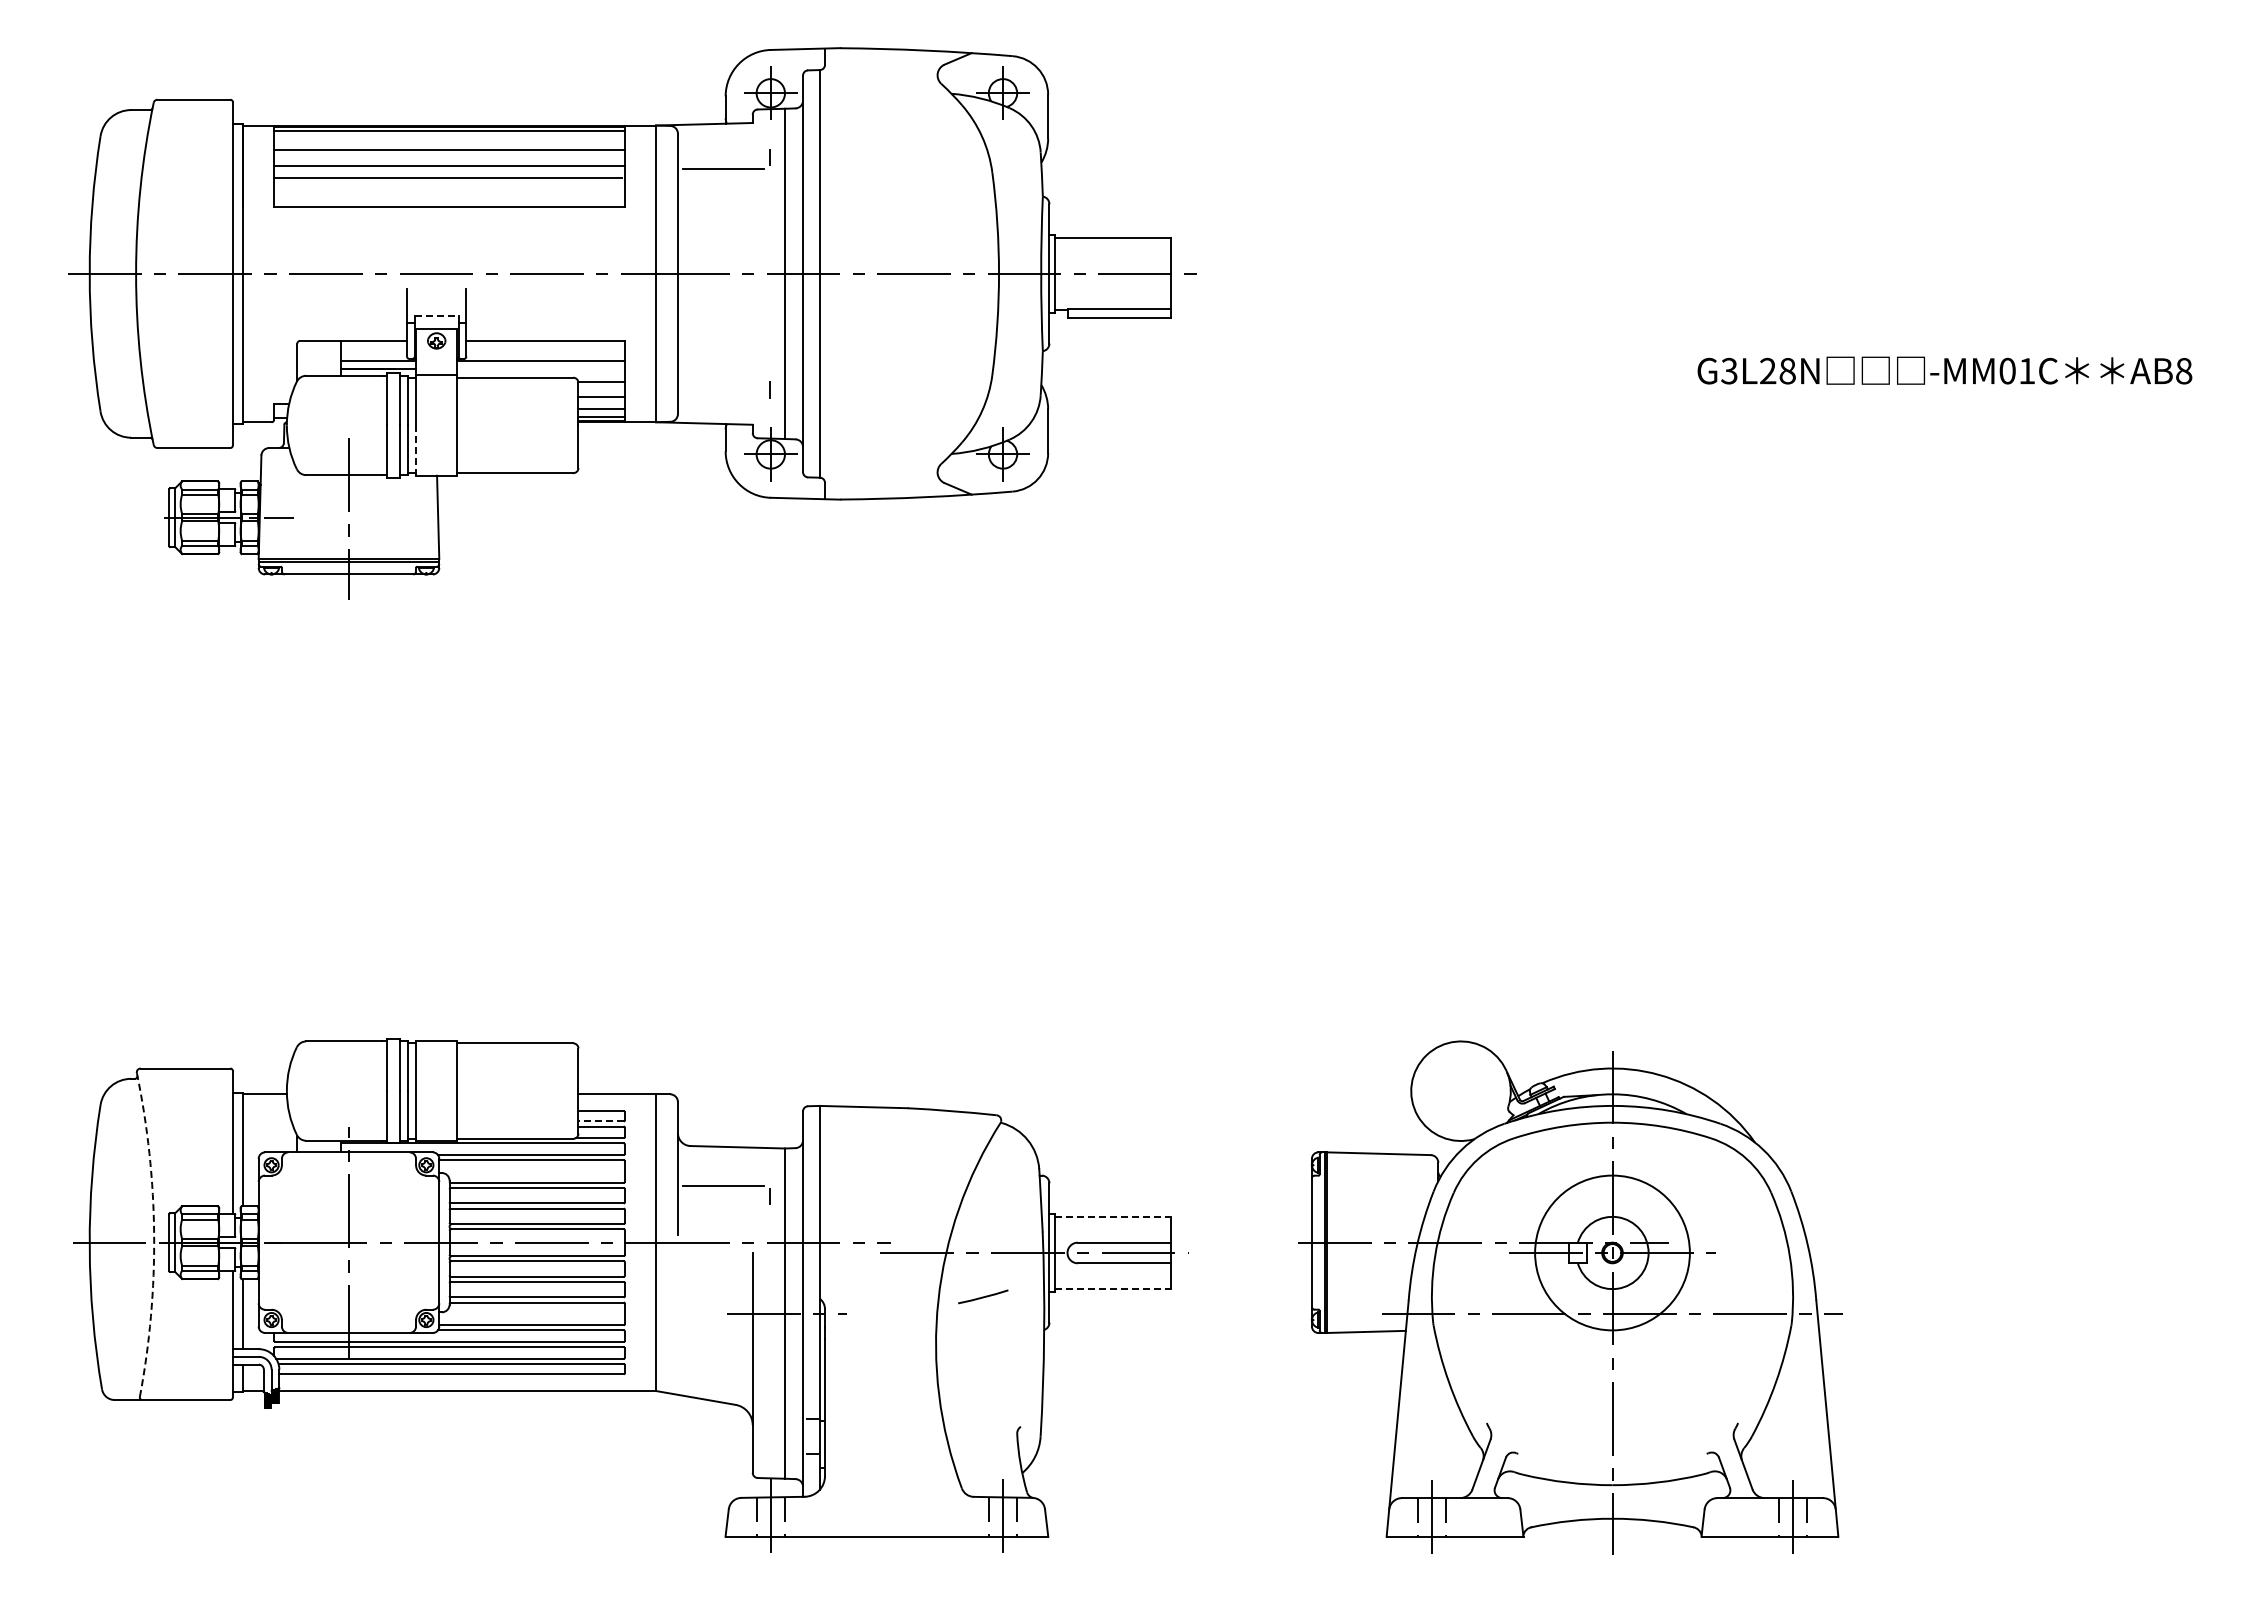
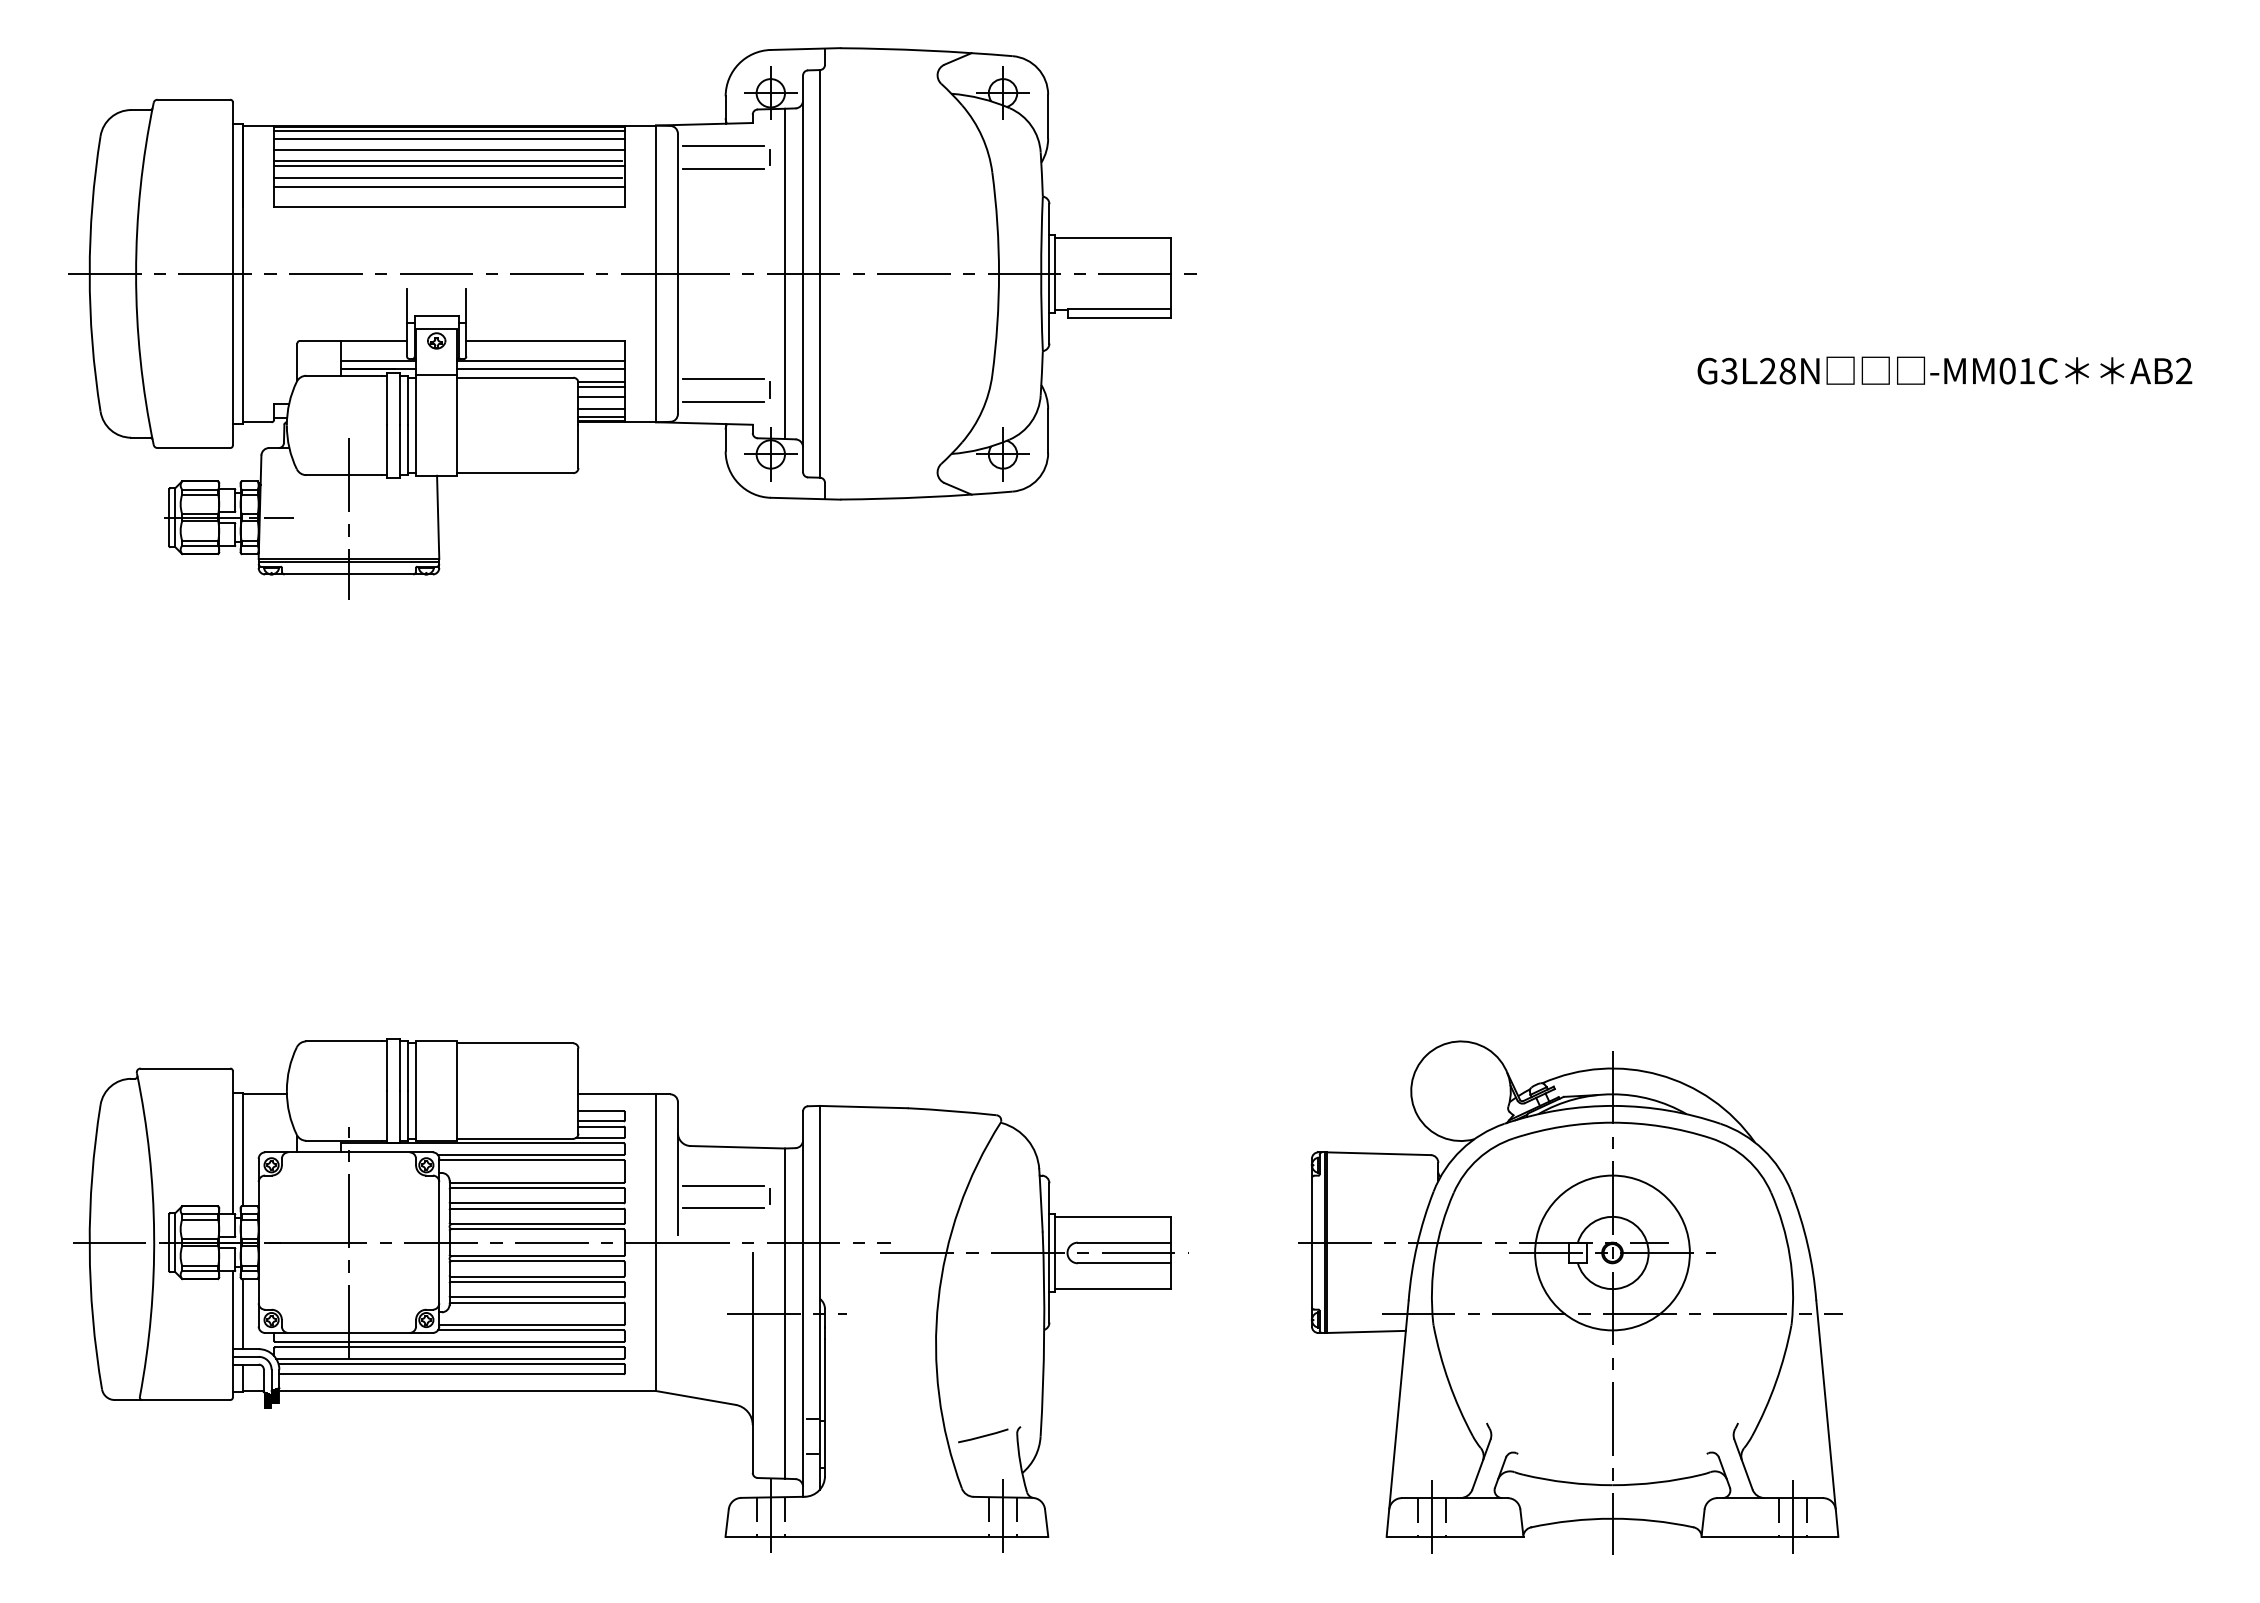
line at (449, 138): none -> present
line at (723, 146): none -> present
line at (448, 160): none -> present
line at (449, 186): none -> present
line at (436, 315): dashed -> solid
line at (541, 369): none -> present
text at (2184, 370): AB8 -> AB2
line at (723, 378): none -> present
line at (601, 387): none -> present
line at (723, 401): none -> present
line at (416, 450): dashed -> solid
line at (601, 1121): dashed -> solid
line at (723, 1207): none -> present
line at (1113, 1216): dashed -> solid
arc at (154, 1234): dashed -> solid
line at (1113, 1289): dashed -> solid
line at (983, 1296) position: (983, 1296) -> (983, 1435)
